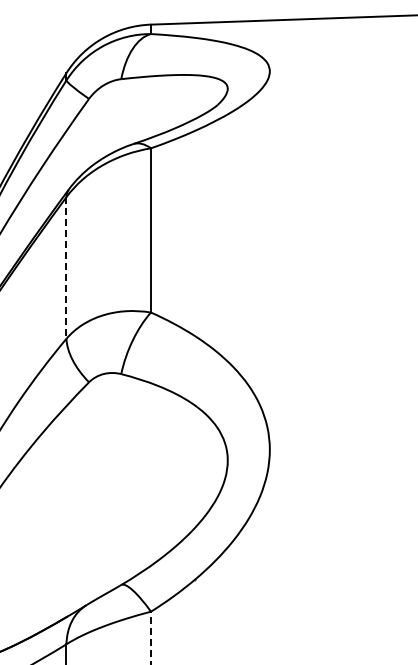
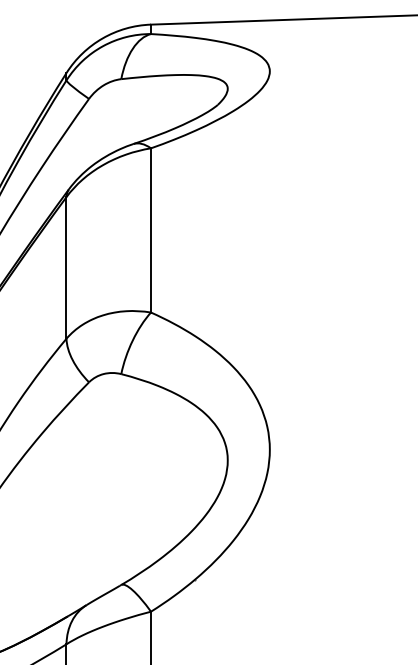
line at (66, 267): dashed -> solid
line at (151, 637): dashed -> solid
